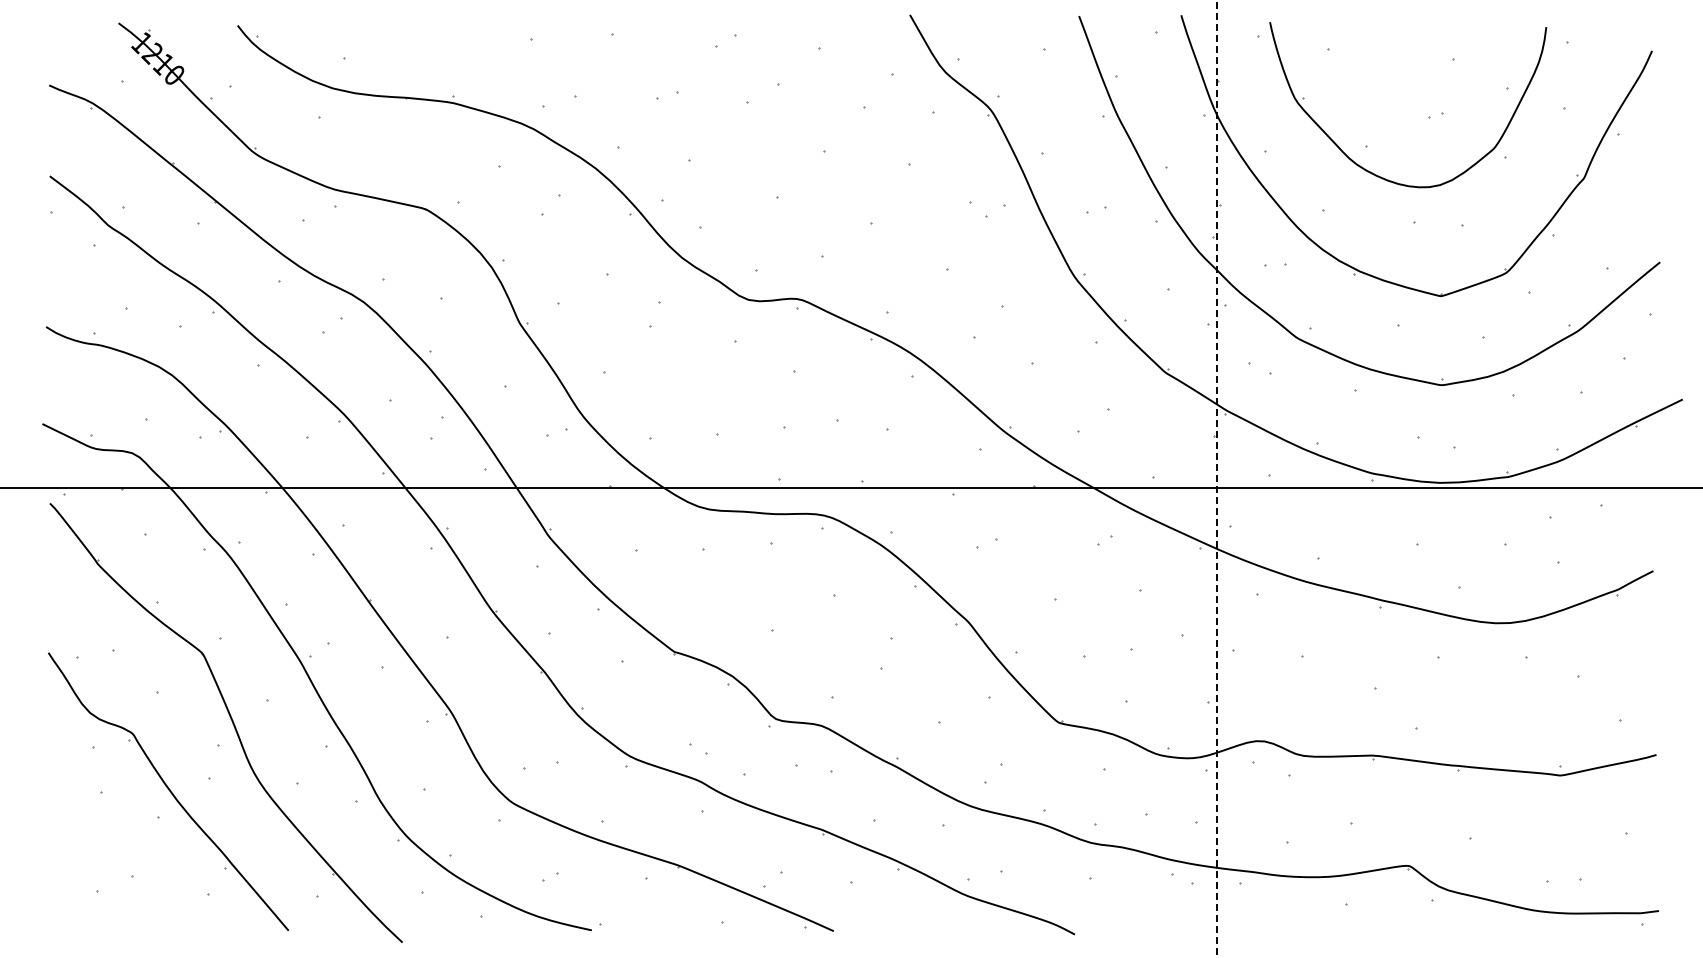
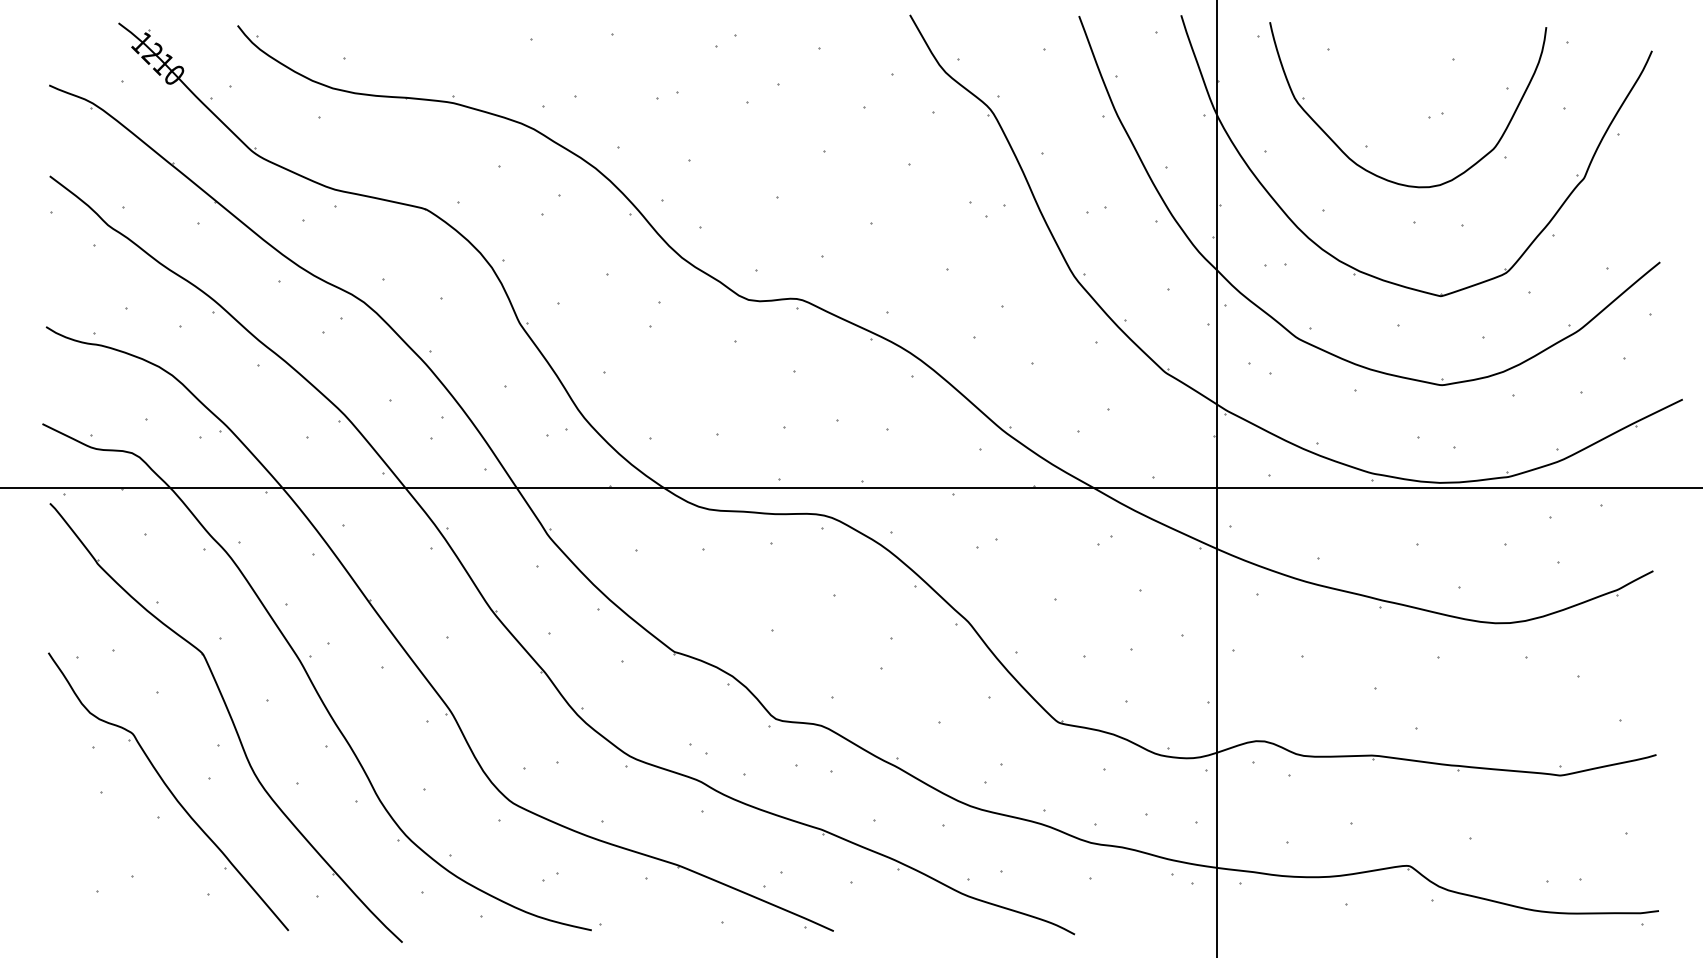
line at (1216, 478): dashed -> solid
